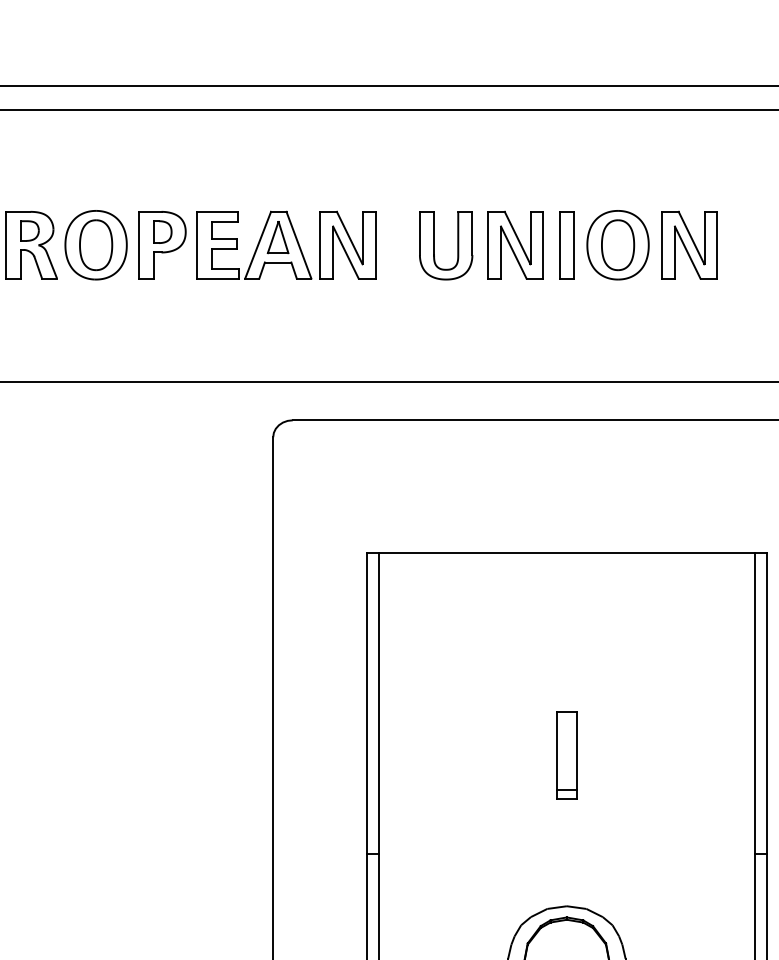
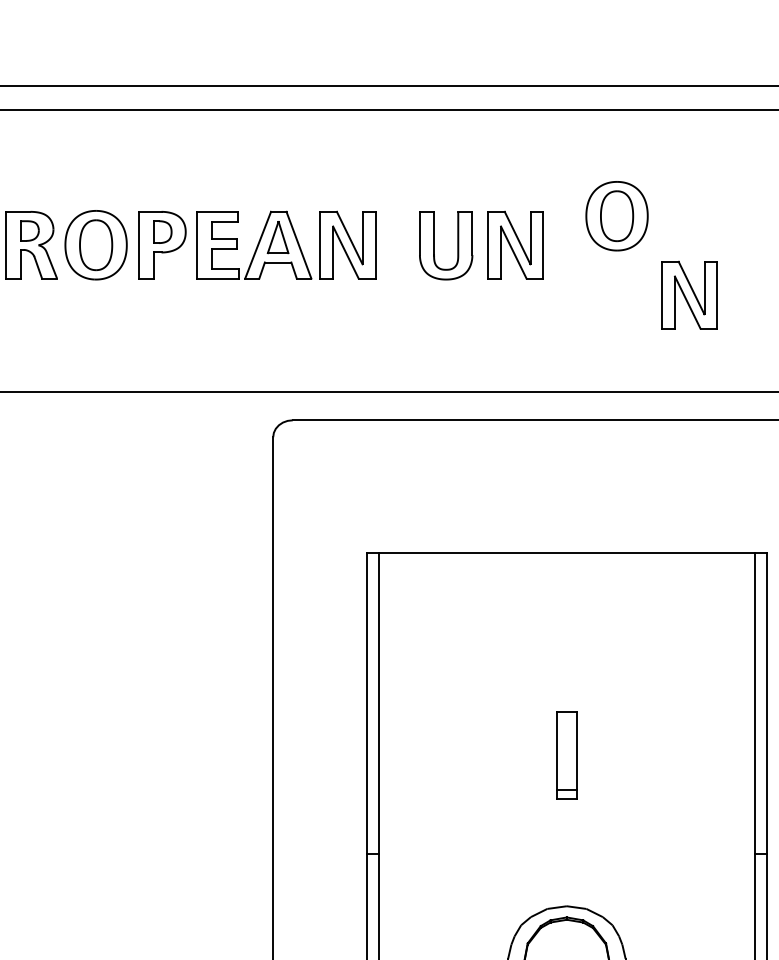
part at (689, 244) position: (689, 244) -> (689, 294)
part at (566, 245): present -> none
part at (617, 245) position: (617, 245) -> (616, 216)
line at (388, 381) position: (388, 381) -> (388, 391)
